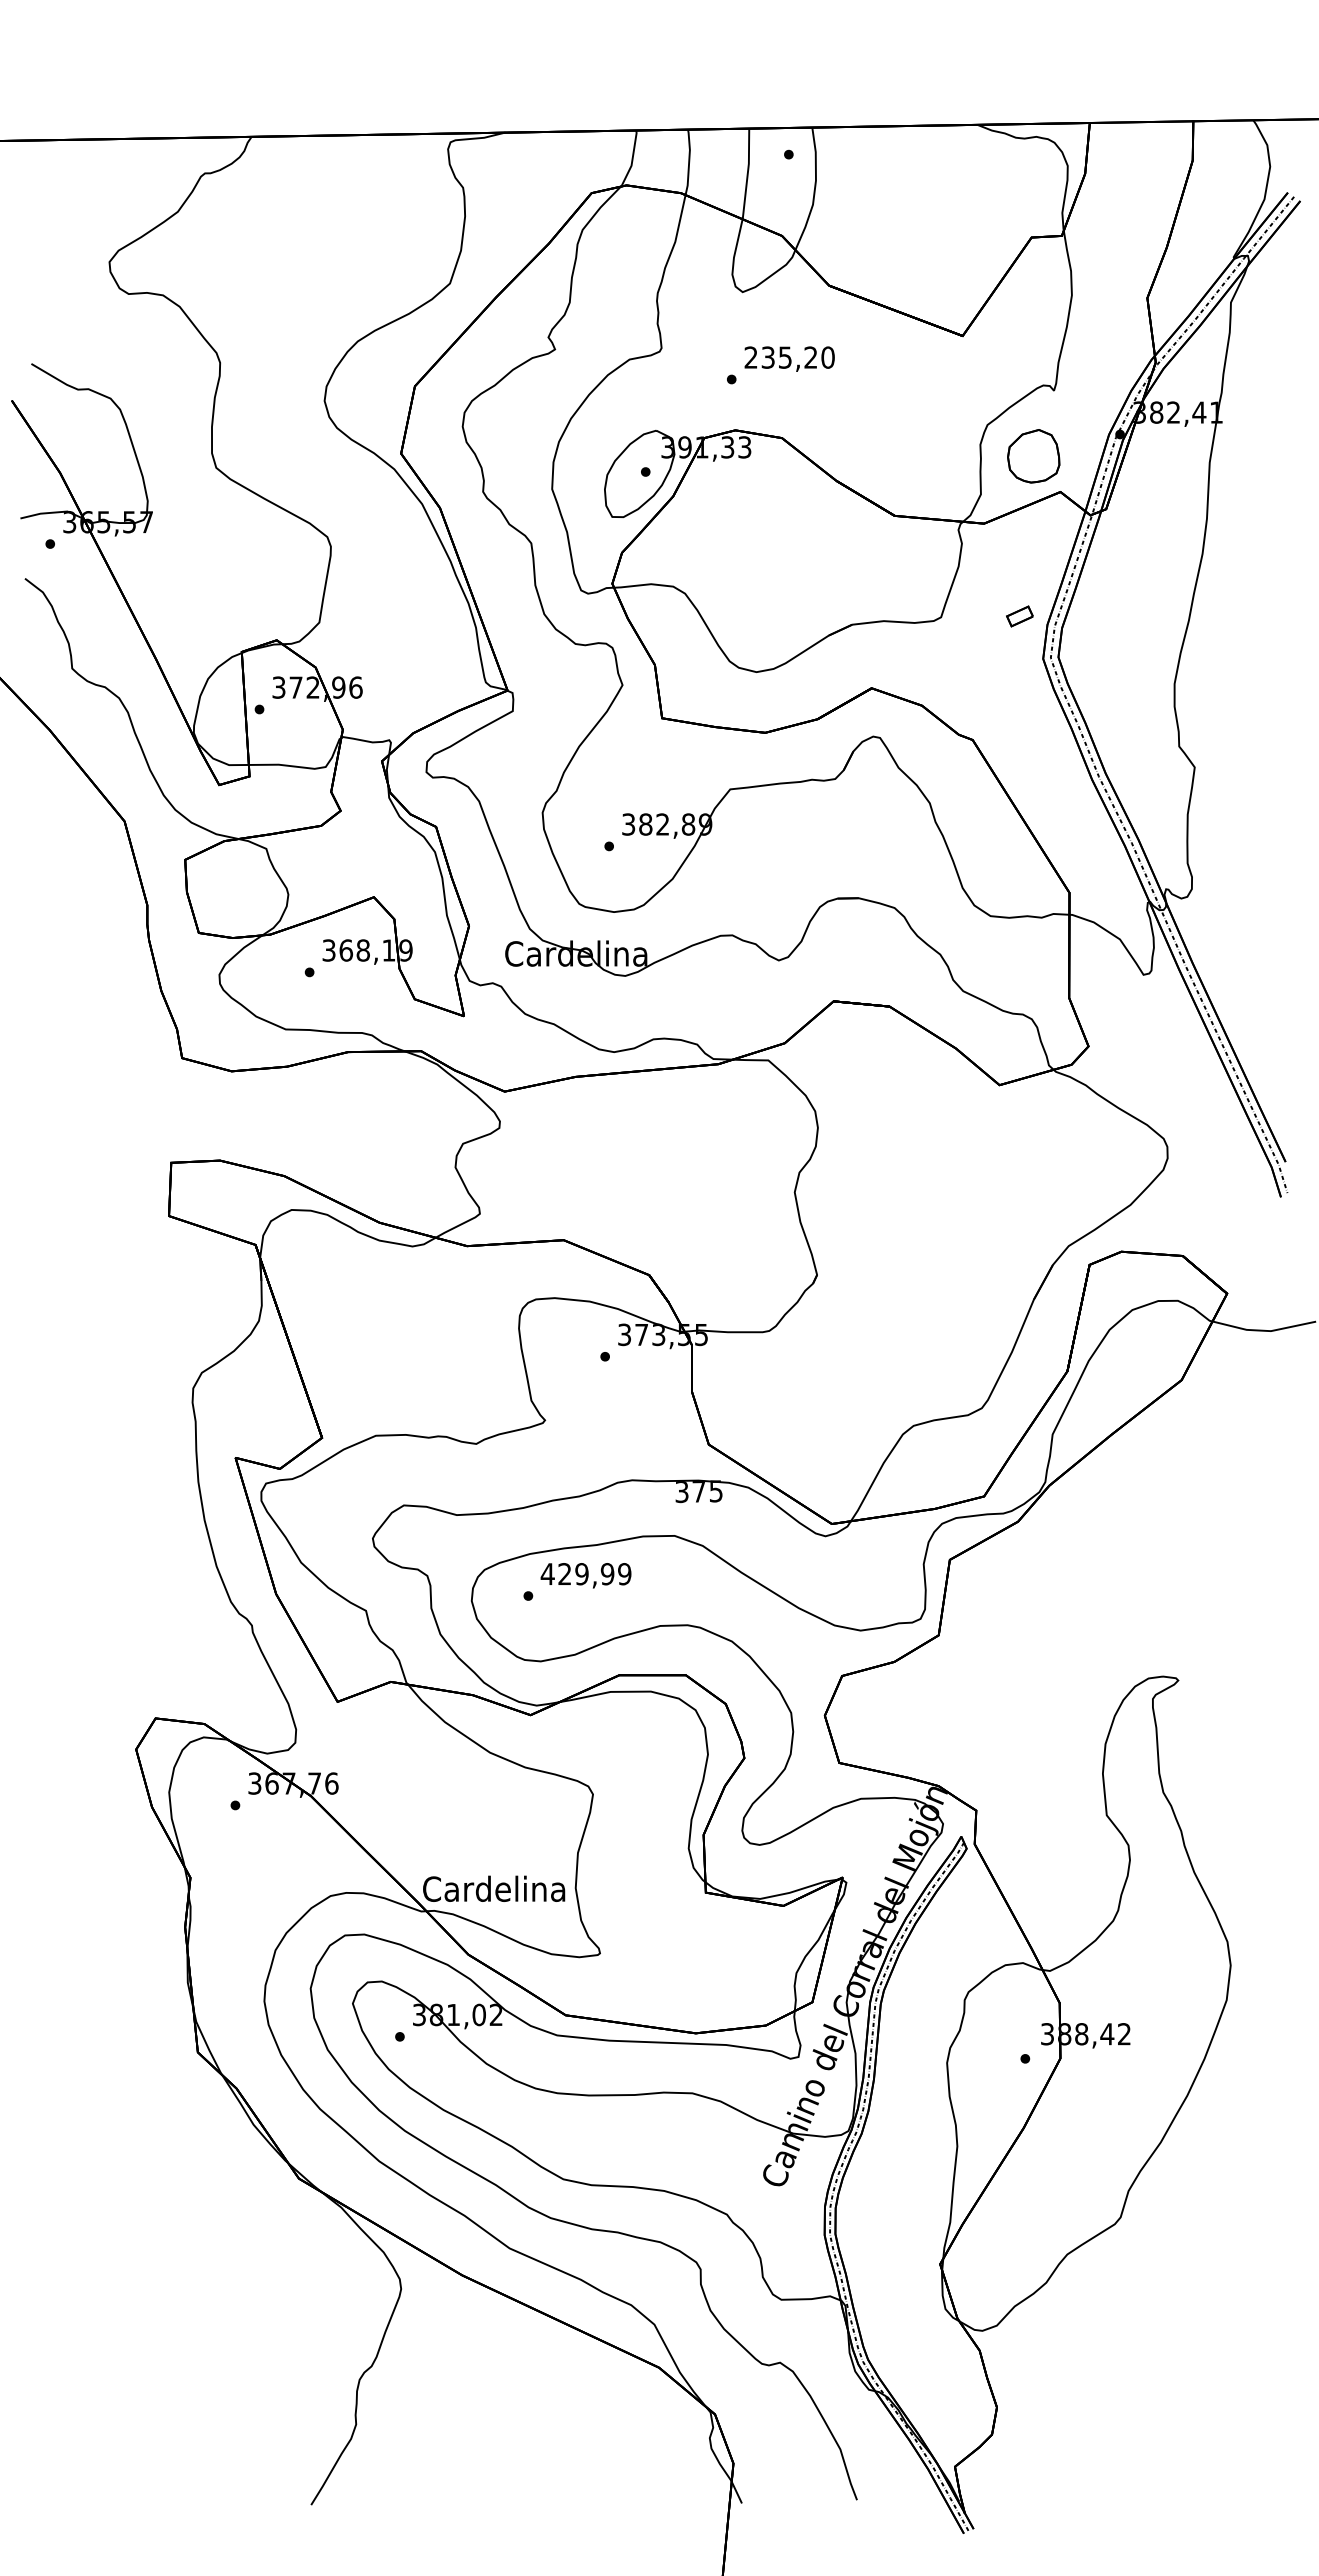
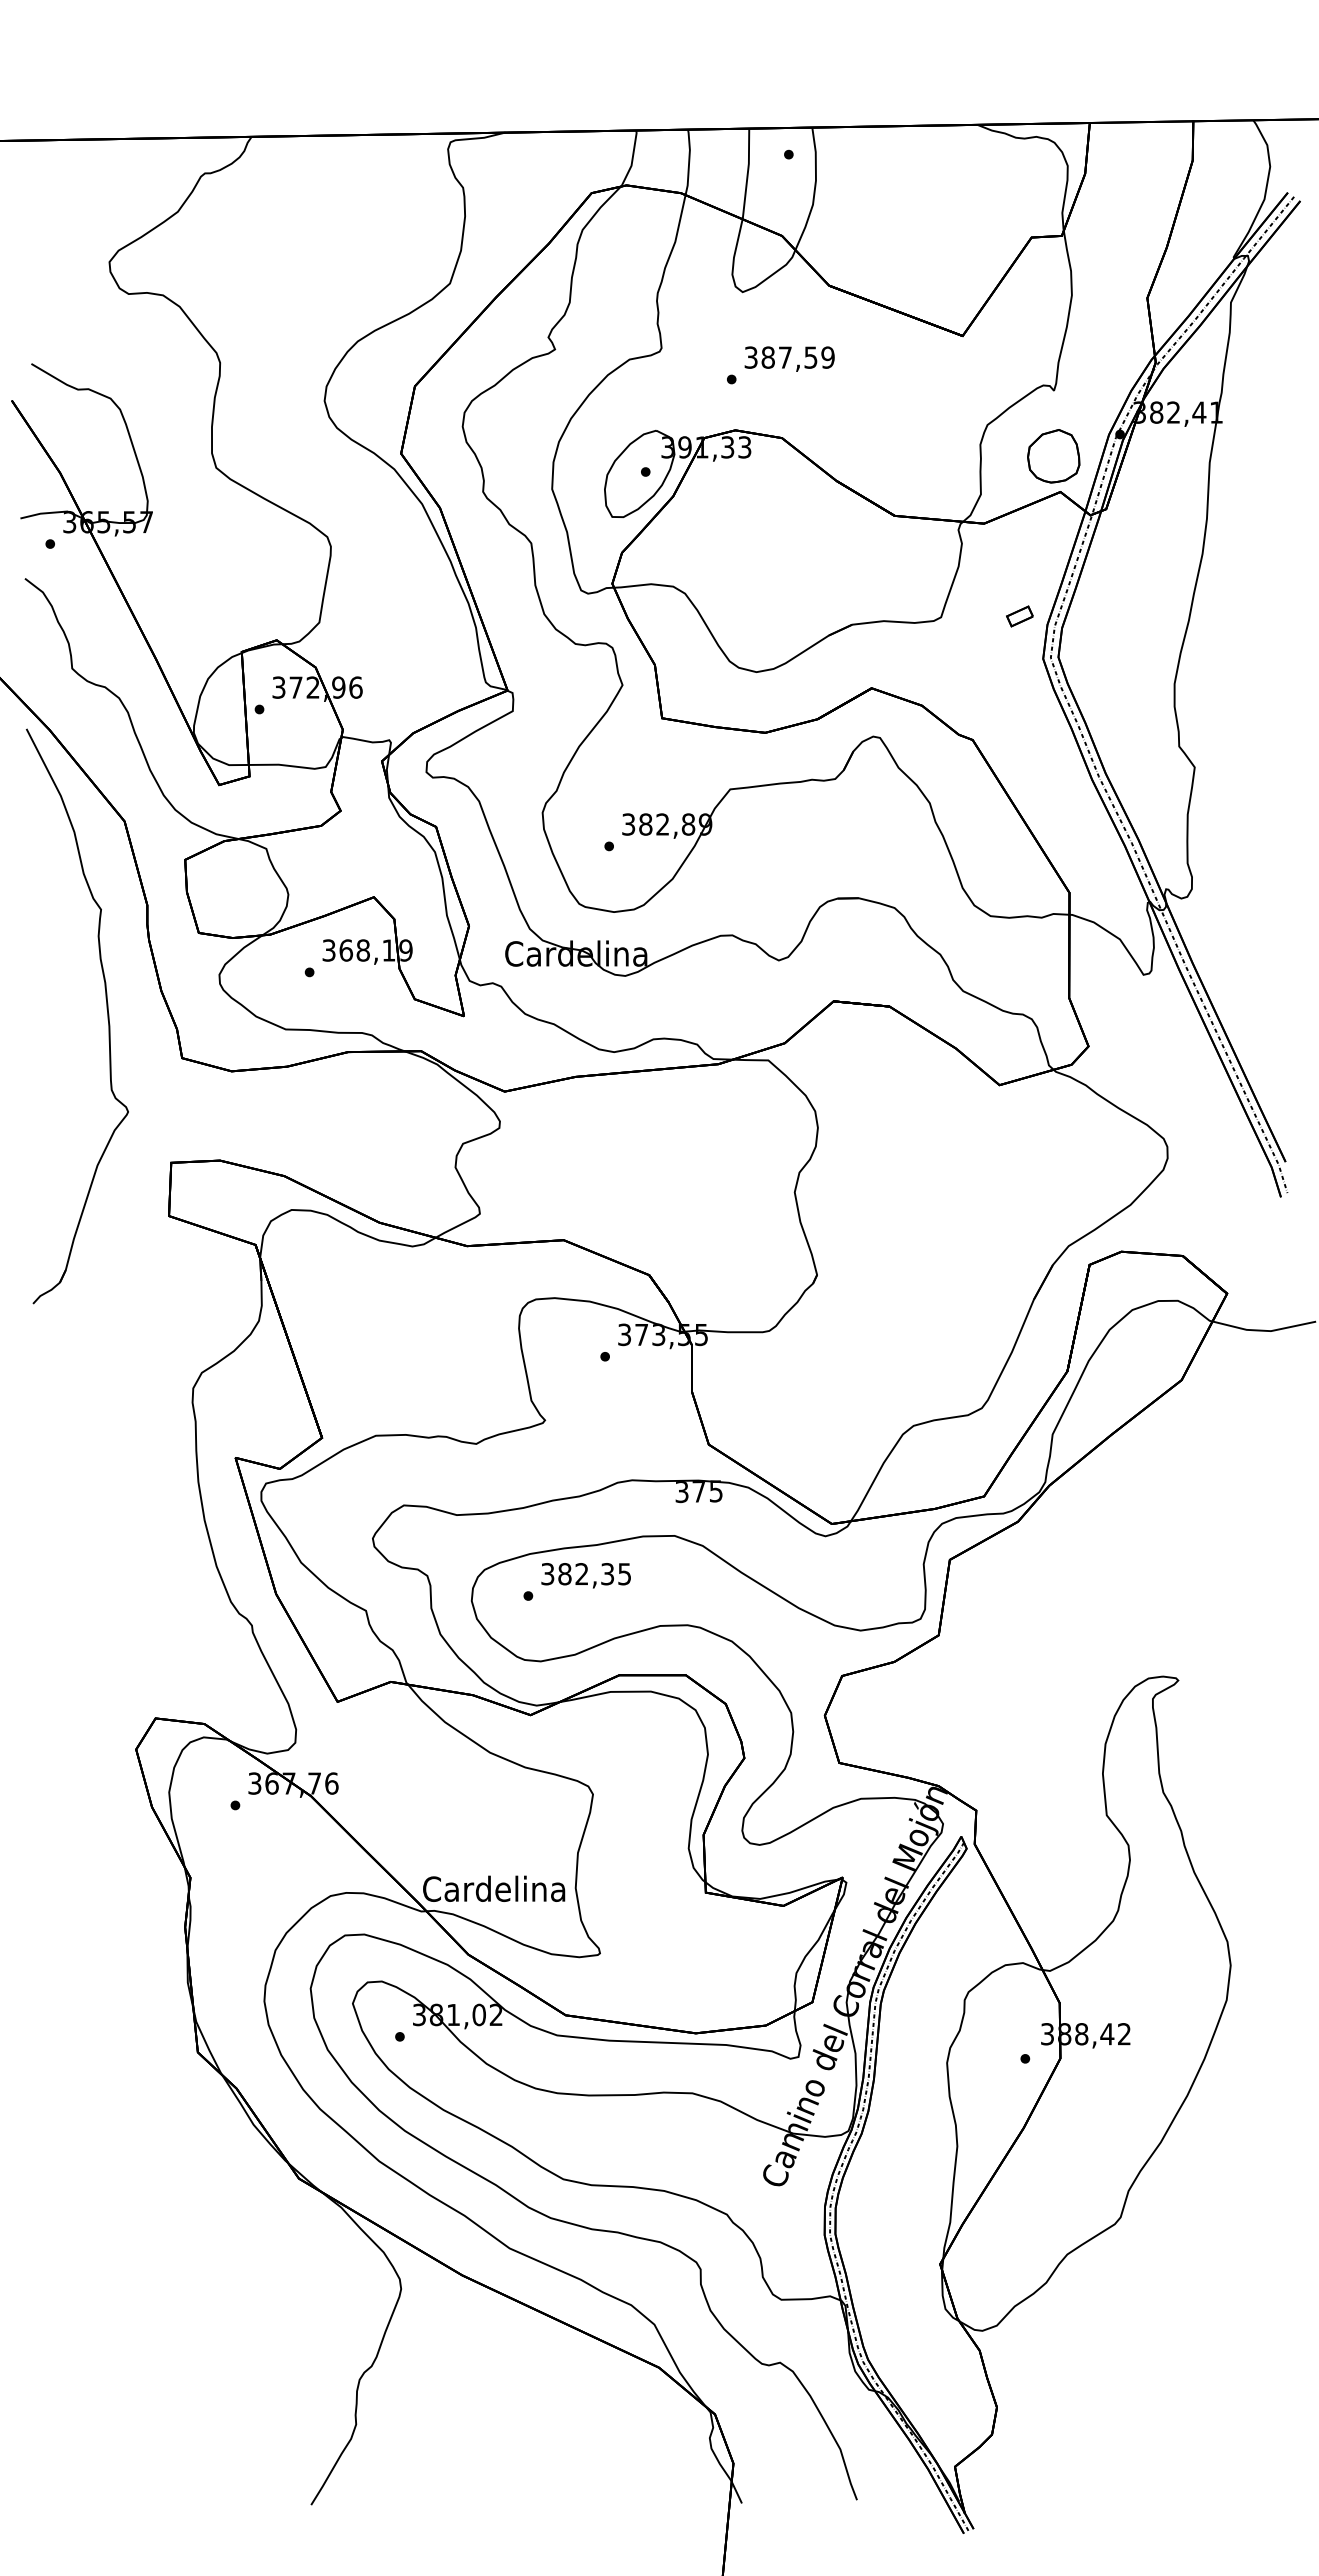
text at (789, 357): 235,20 -> 387,59
part at (1033, 456) position: (1033, 456) -> (1053, 456)
part at (106, 1009): none -> present
text at (585, 1574): 429,99 -> 382,35
